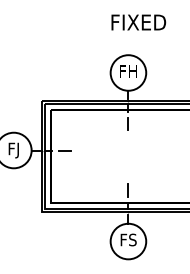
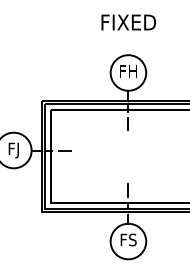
text at (138, 22) position: (138, 22) -> (128, 22)
